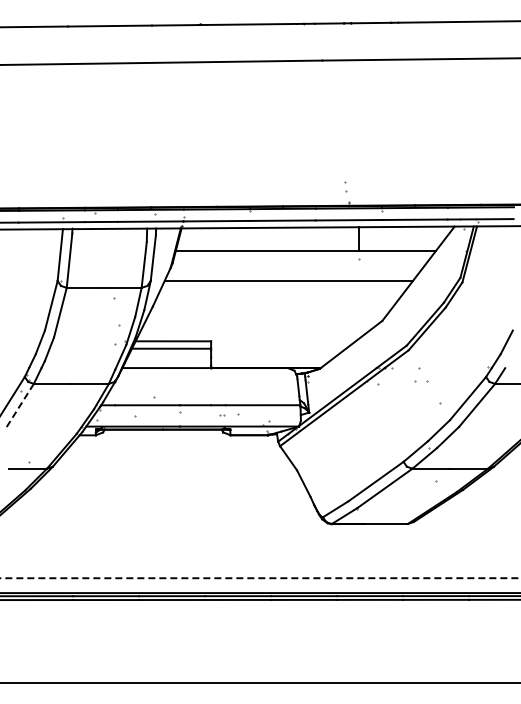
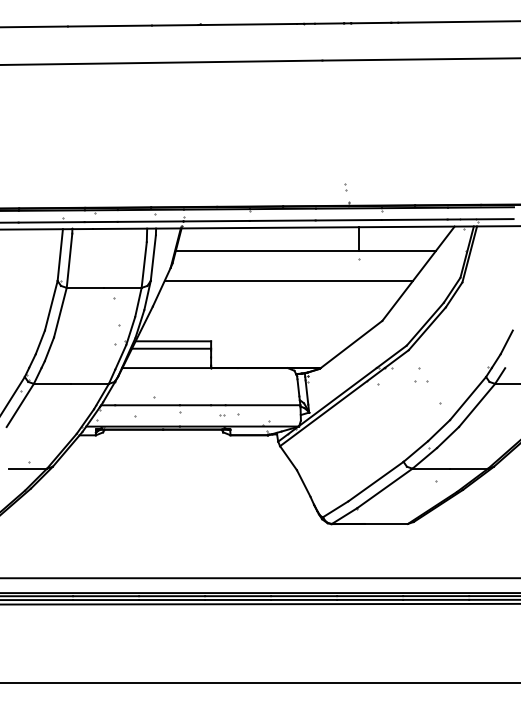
part at (345, 186) size: 4x12 px -> 4x9 px
line at (20, 405): dashed -> solid
line at (260, 578): dashed -> solid
line at (259, 603): none -> present
